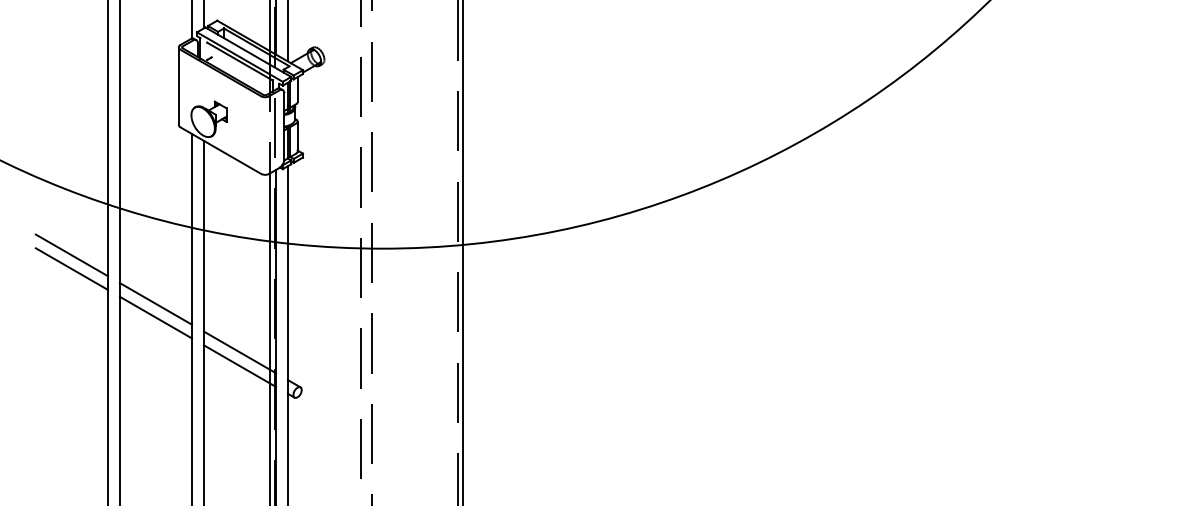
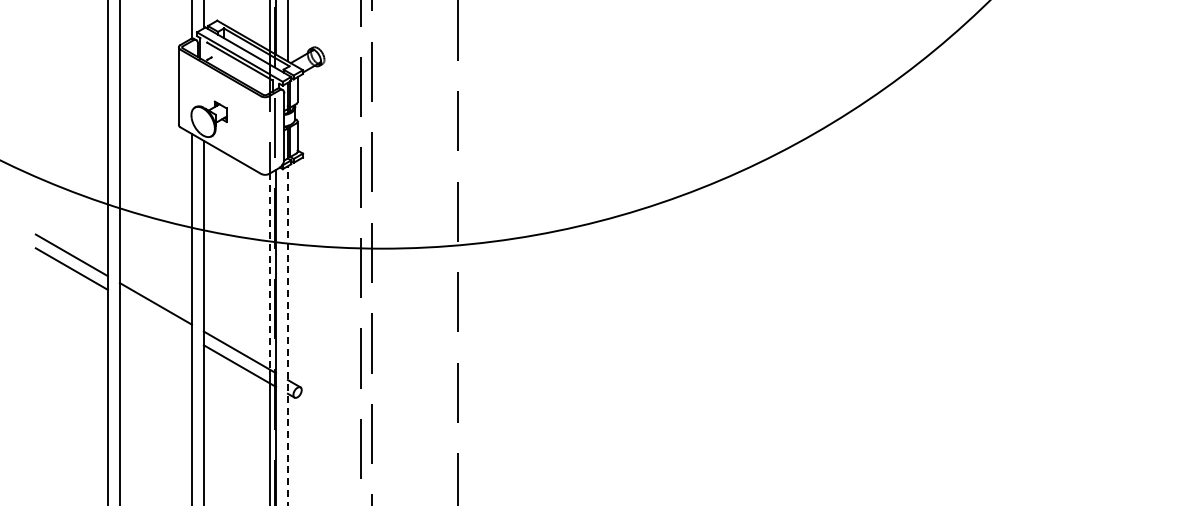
line at (462, 252): present -> none
line at (270, 272): solid -> dashed
line at (155, 317): present -> none
line at (287, 335): solid -> dashed
